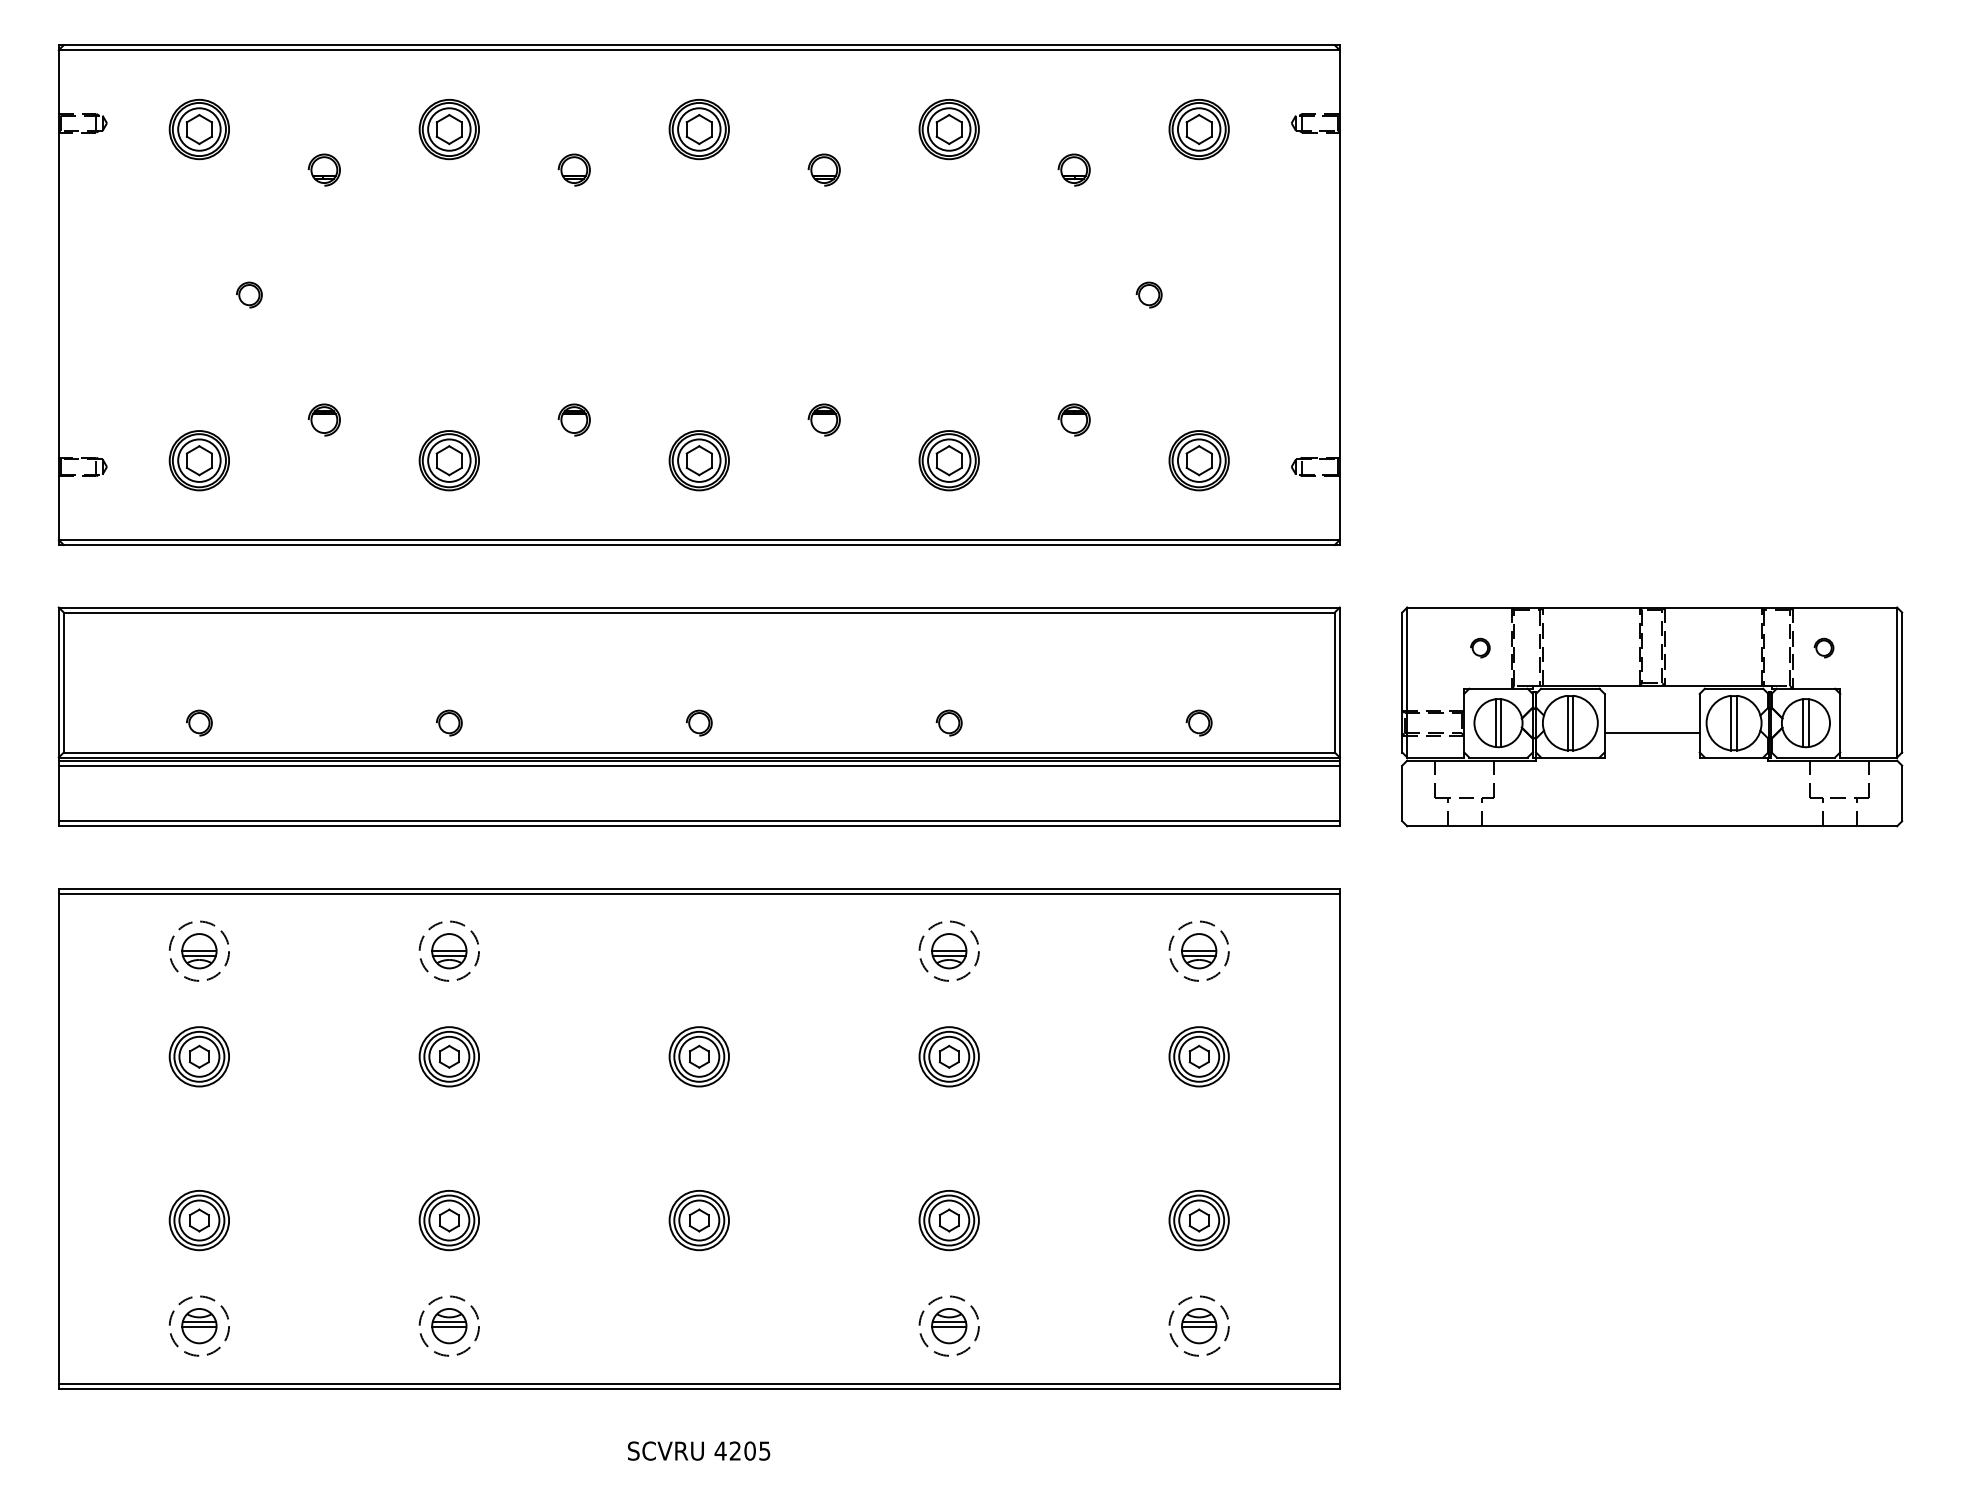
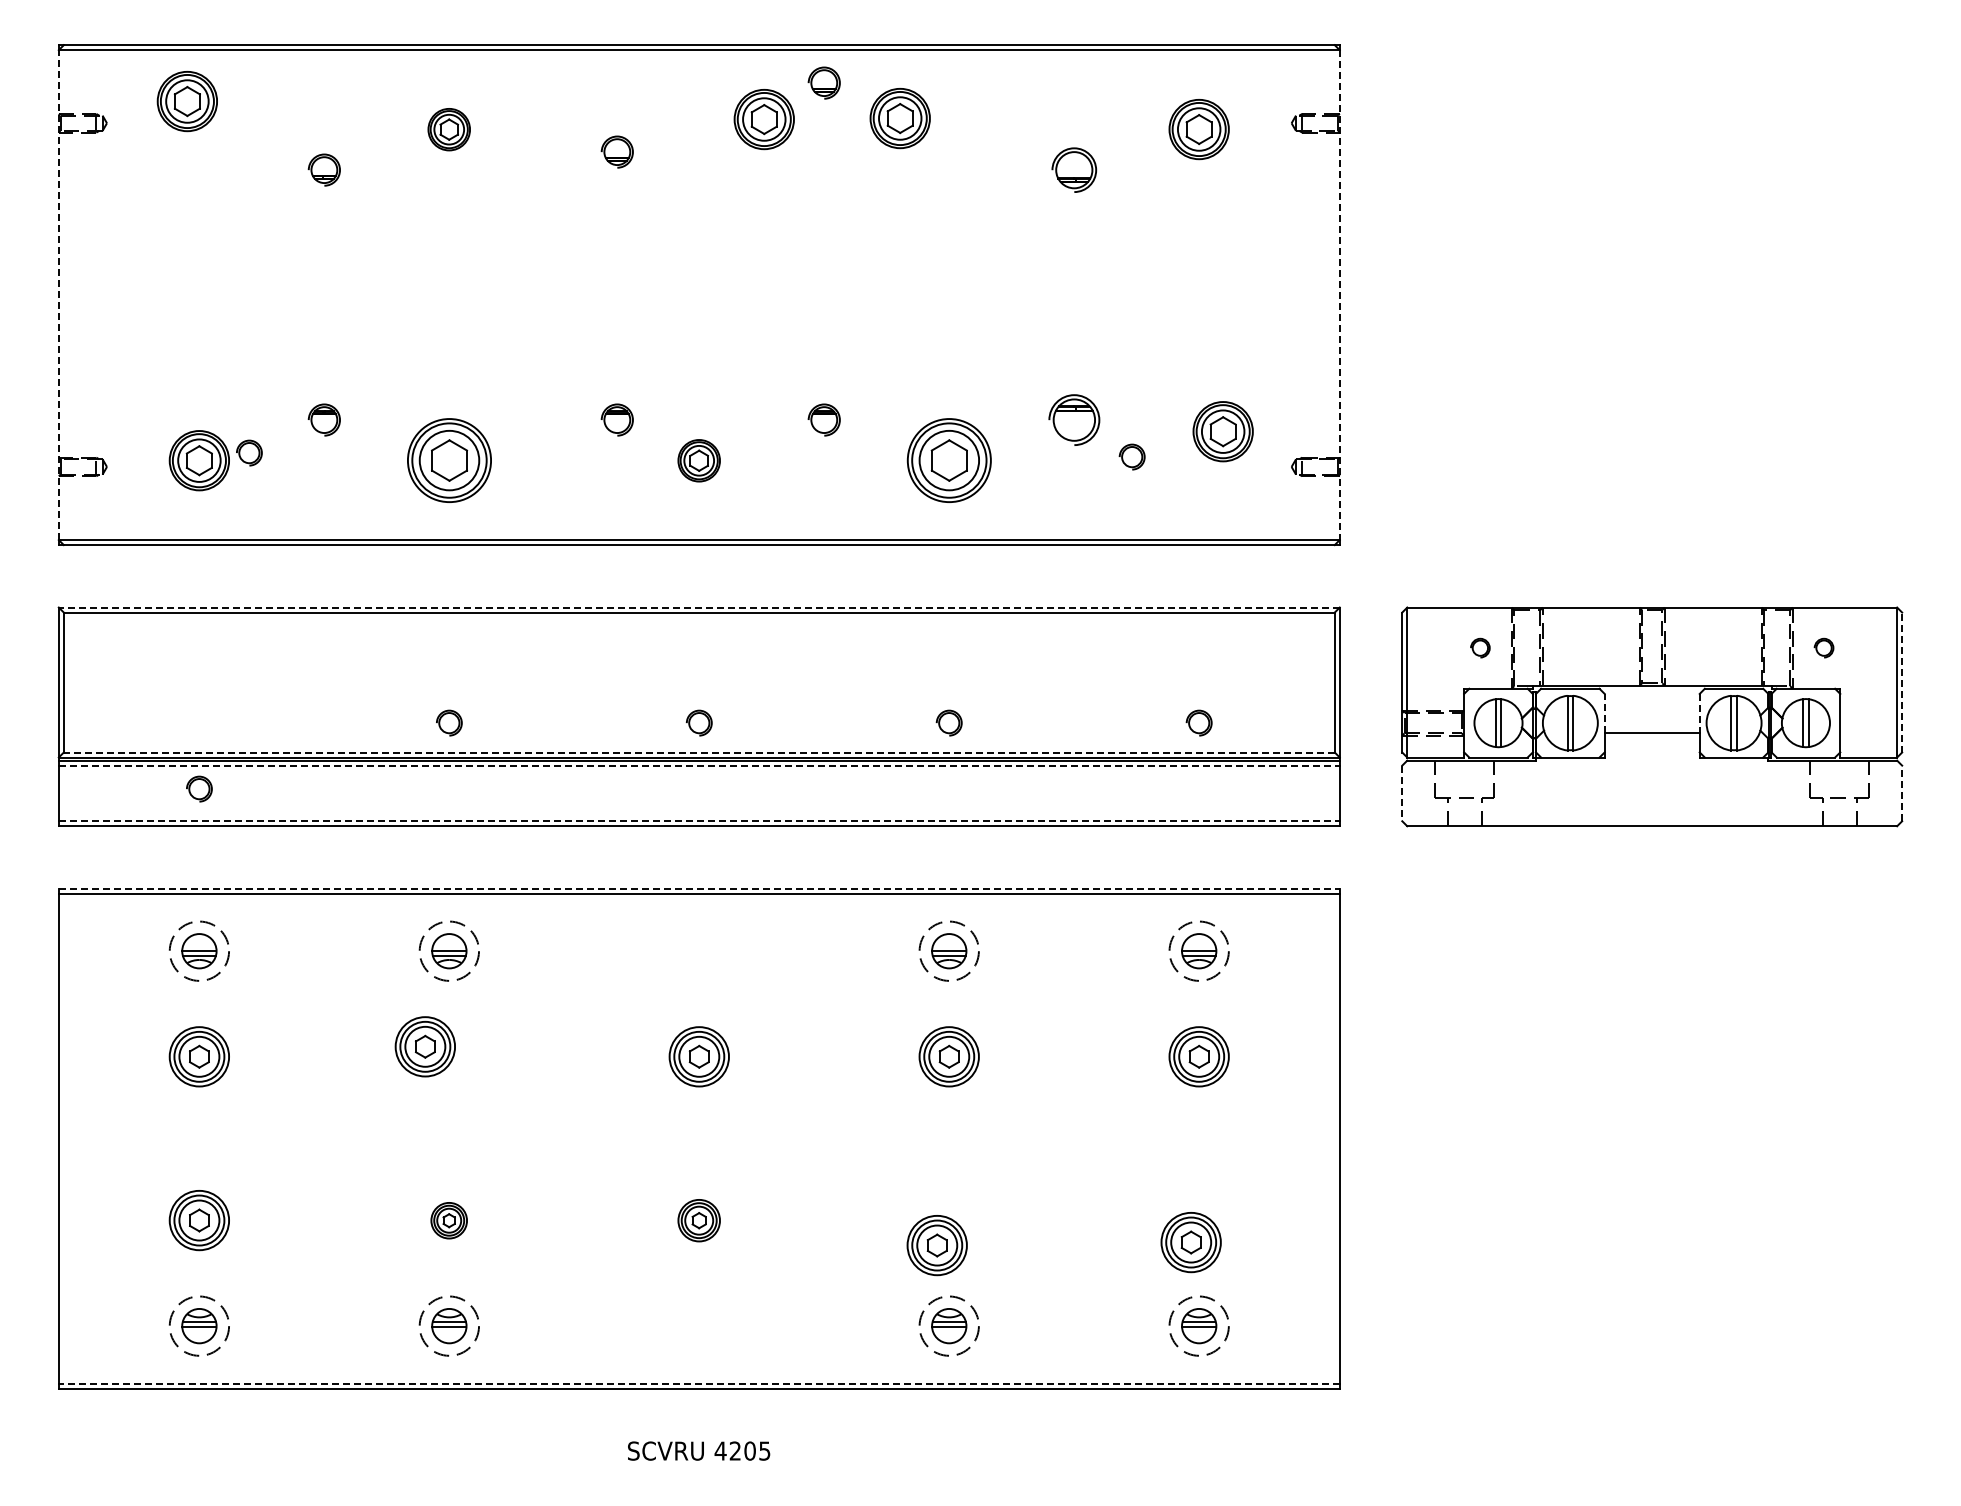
part at (198, 129) position: (198, 129) -> (186, 101)
part at (448, 129) size: 62x62 px -> 44x44 px
part at (698, 129) position: (698, 129) -> (763, 119)
part at (948, 129) position: (948, 129) -> (899, 118)
part at (573, 169) position: (573, 169) -> (616, 151)
part at (823, 169) position: (823, 169) -> (823, 82)
part at (1073, 169) size: 34x34 px -> 47x46 px
part at (249, 294) position: (249, 294) -> (249, 452)
part at (1148, 294) position: (1148, 294) -> (1131, 456)
line at (58, 295): solid -> dashed
line at (1339, 295): solid -> dashed
part at (573, 419) position: (573, 419) -> (616, 419)
part at (1073, 419) size: 34x34 px -> 53x52 px
part at (448, 460) size: 62x62 px -> 85x85 px
part at (698, 460) size: 62x62 px -> 44x44 px
part at (948, 460) size: 62x62 px -> 86x85 px
part at (1198, 460) position: (1198, 460) -> (1222, 431)
line at (698, 607): solid -> dashed
line at (1902, 682): solid -> dashed
line at (1604, 712): solid -> dashed
line at (1699, 713): solid -> dashed
part at (199, 722) position: (199, 722) -> (199, 788)
line at (698, 752): solid -> dashed
line at (699, 765): solid -> dashed
line at (1402, 793): solid -> dashed
line at (1902, 793): solid -> dashed
line at (699, 821): solid -> dashed
line at (699, 888): solid -> dashed
part at (448, 1056) position: (448, 1056) -> (424, 1046)
part at (448, 1220) size: 62x62 px -> 38x38 px
part at (698, 1220) size: 62x62 px -> 44x44 px
part at (948, 1220) position: (948, 1220) -> (936, 1245)
part at (1198, 1220) position: (1198, 1220) -> (1190, 1242)
line at (698, 1383): solid -> dashed
